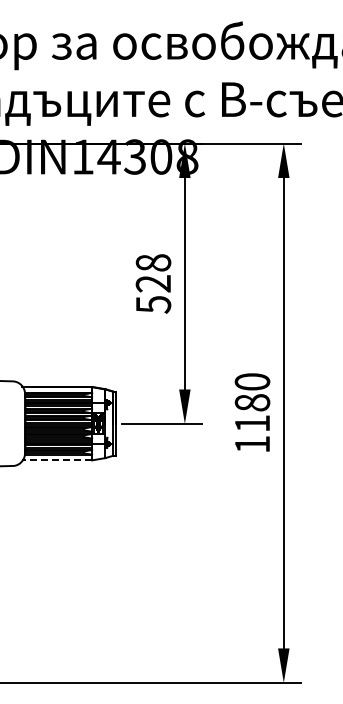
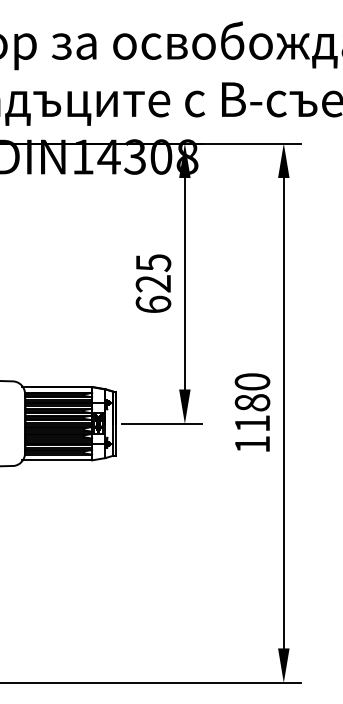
text at (153, 283): 528 -> 625
line at (57, 460): dashed -> solid
